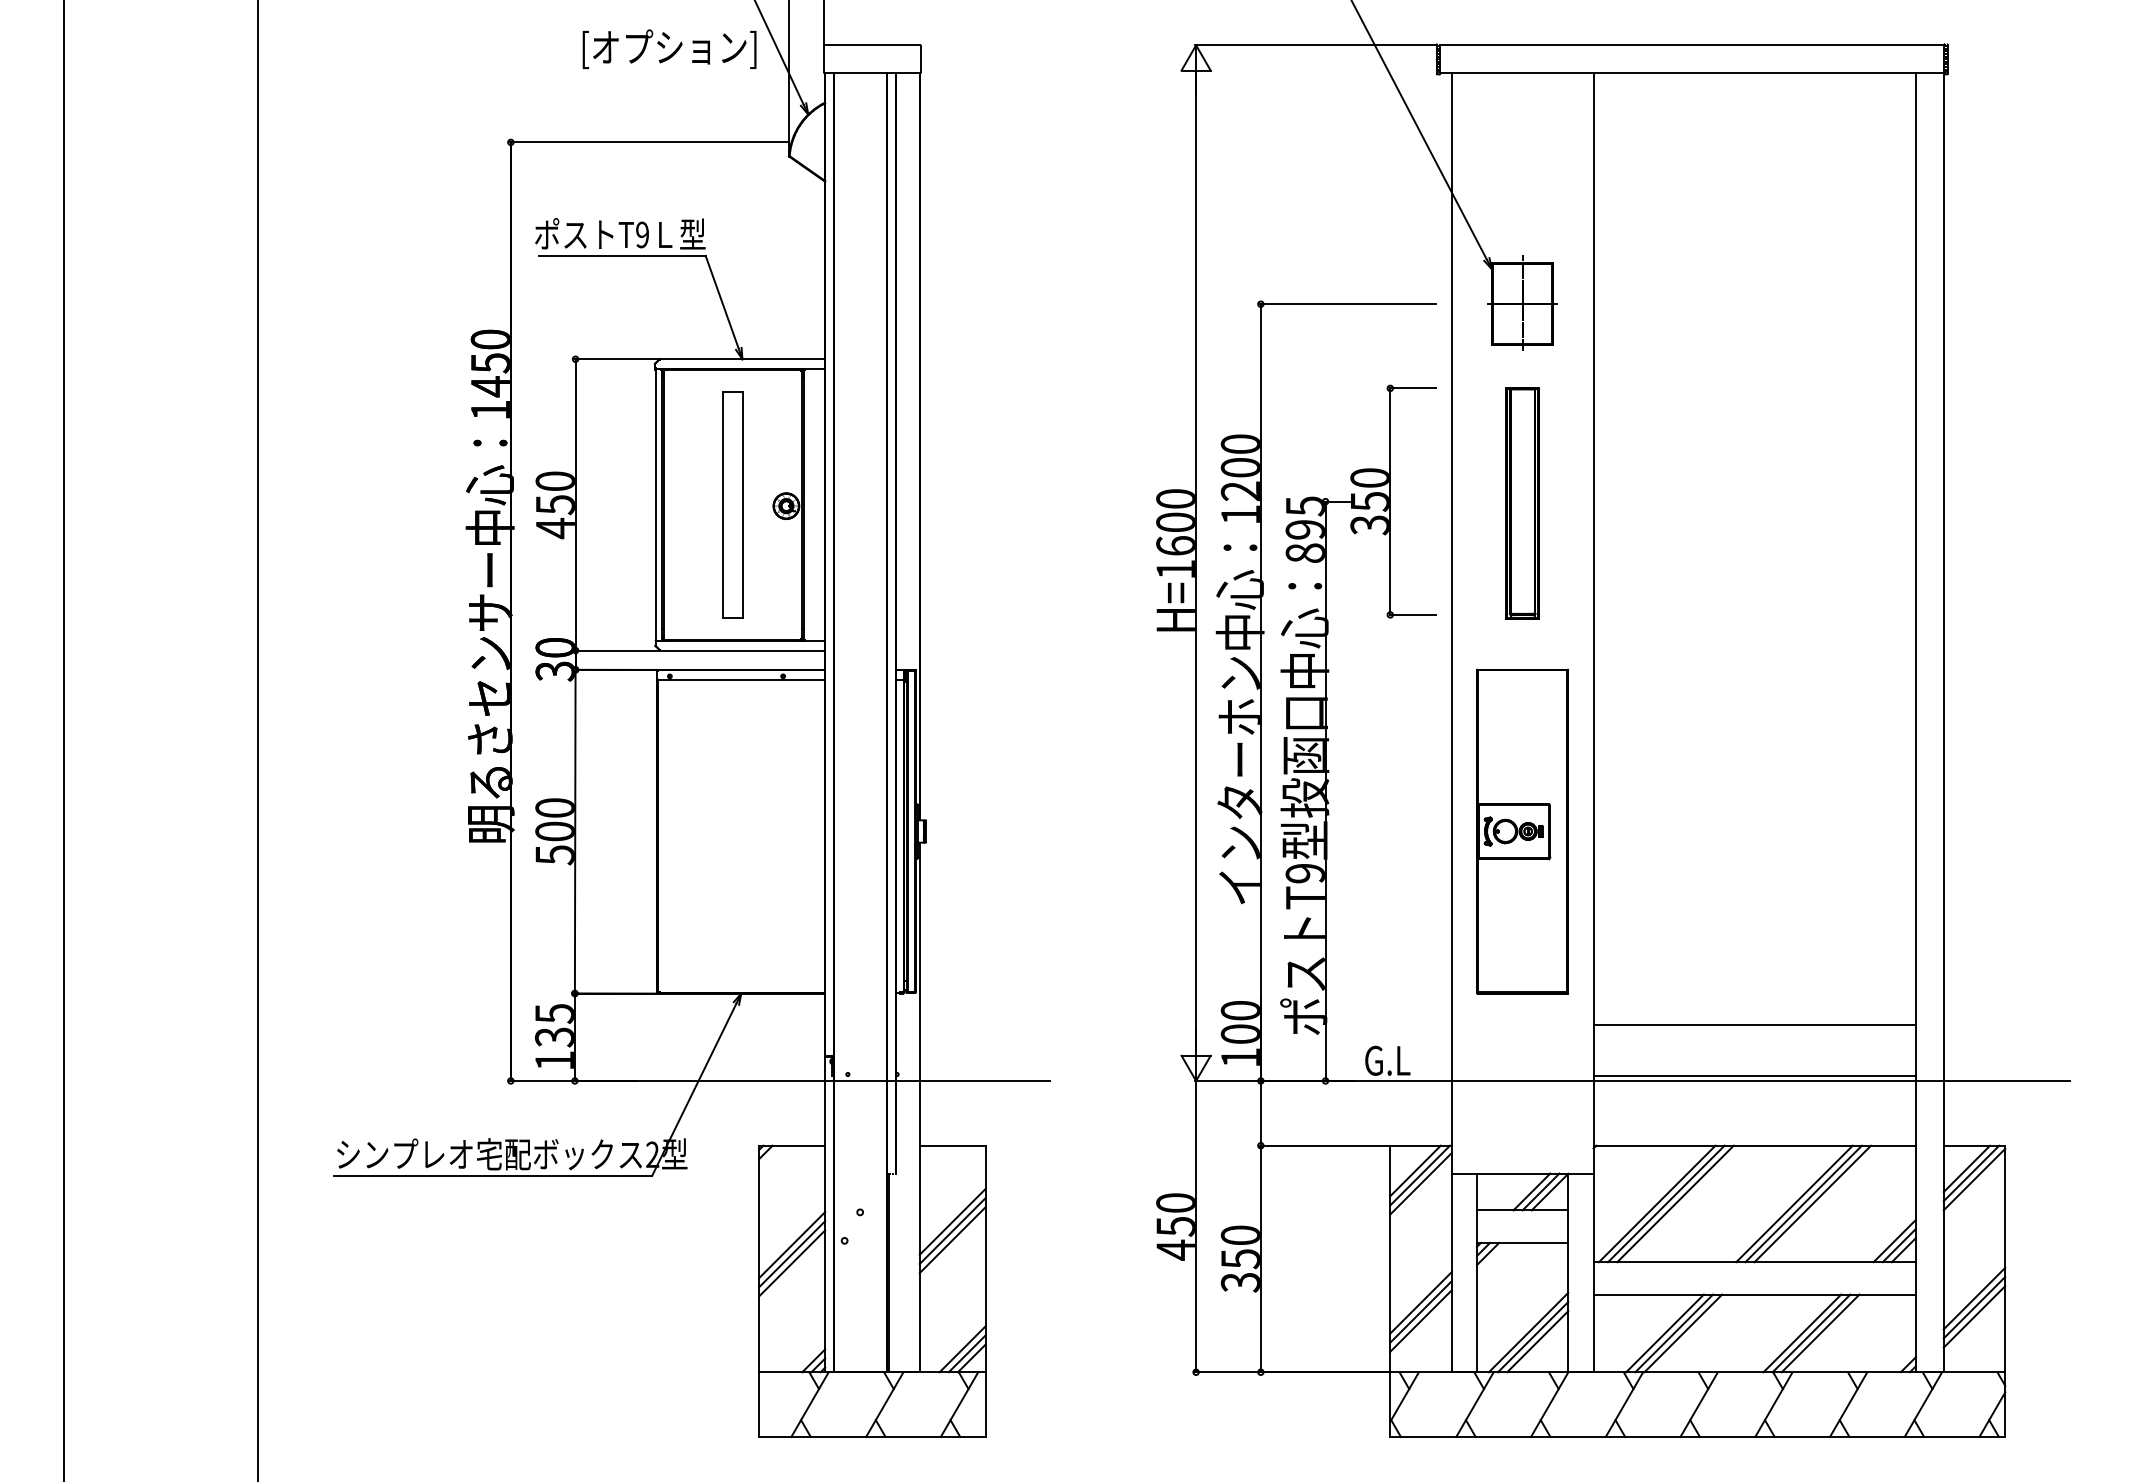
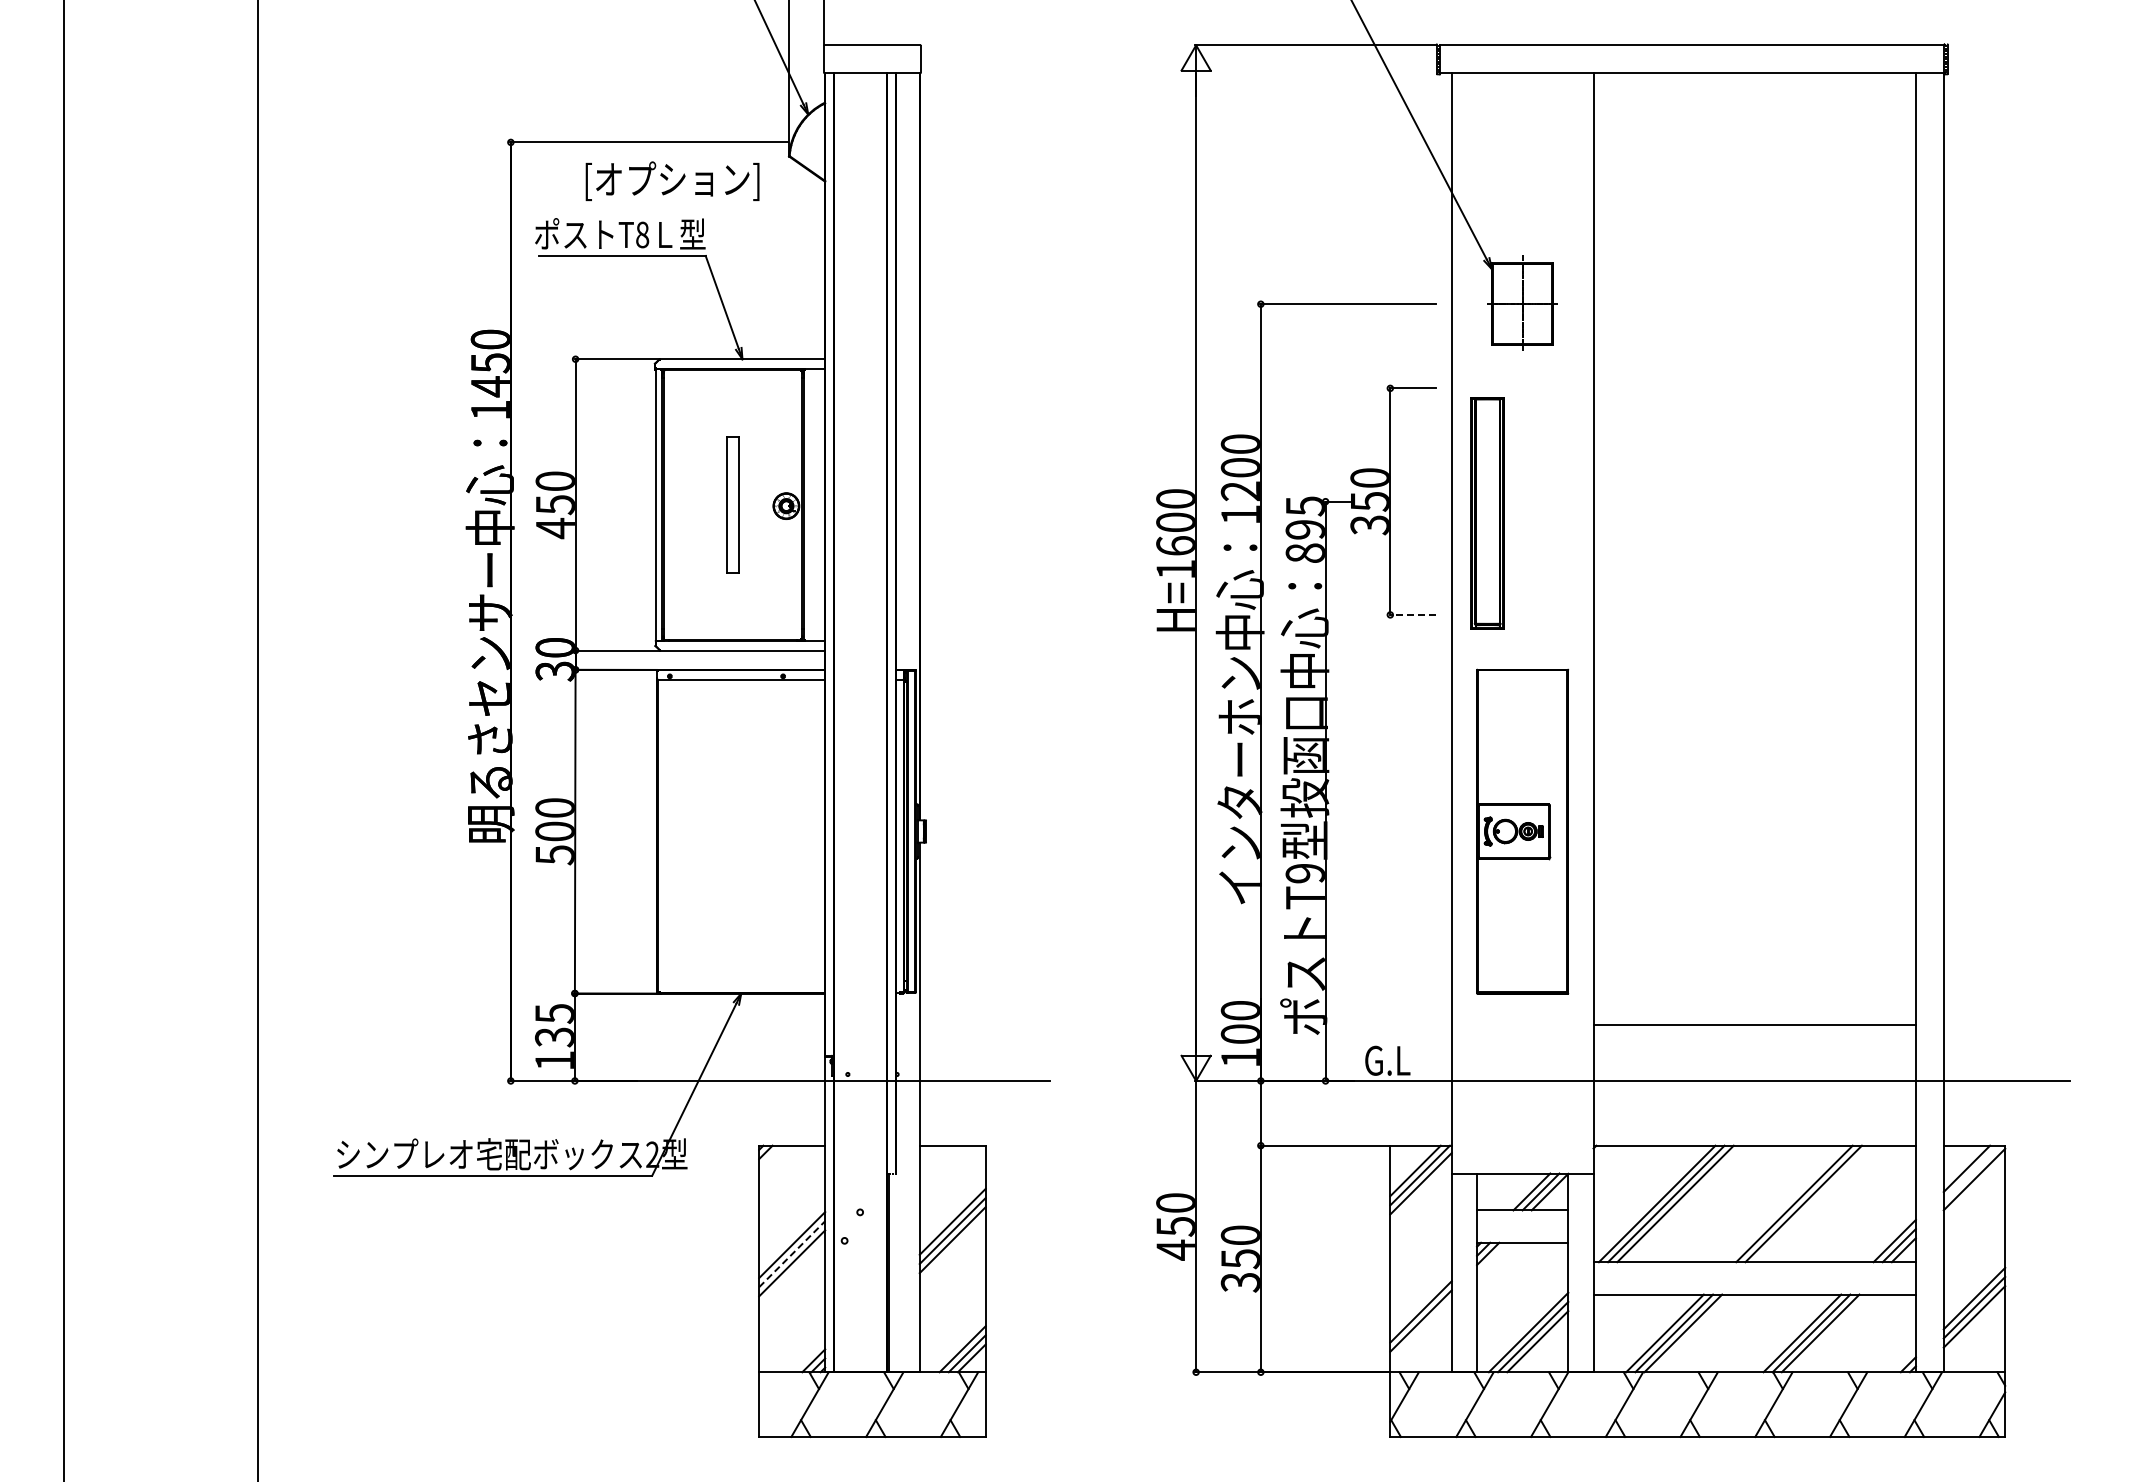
text at (669, 48) position: (669, 48) -> (672, 180)
text at (642, 234): T9 -> T8
part at (1522, 503) position: (1522, 503) -> (1487, 513)
part at (732, 504) size: 22x228 px -> 14x138 px
line at (1412, 614): solid -> dashed
line at (1754, 1076): present -> none
line at (1971, 1173): present -> none
line at (1812, 1203): present -> none
line at (792, 1254): solid -> dashed
line at (1420, 1302): present -> none
